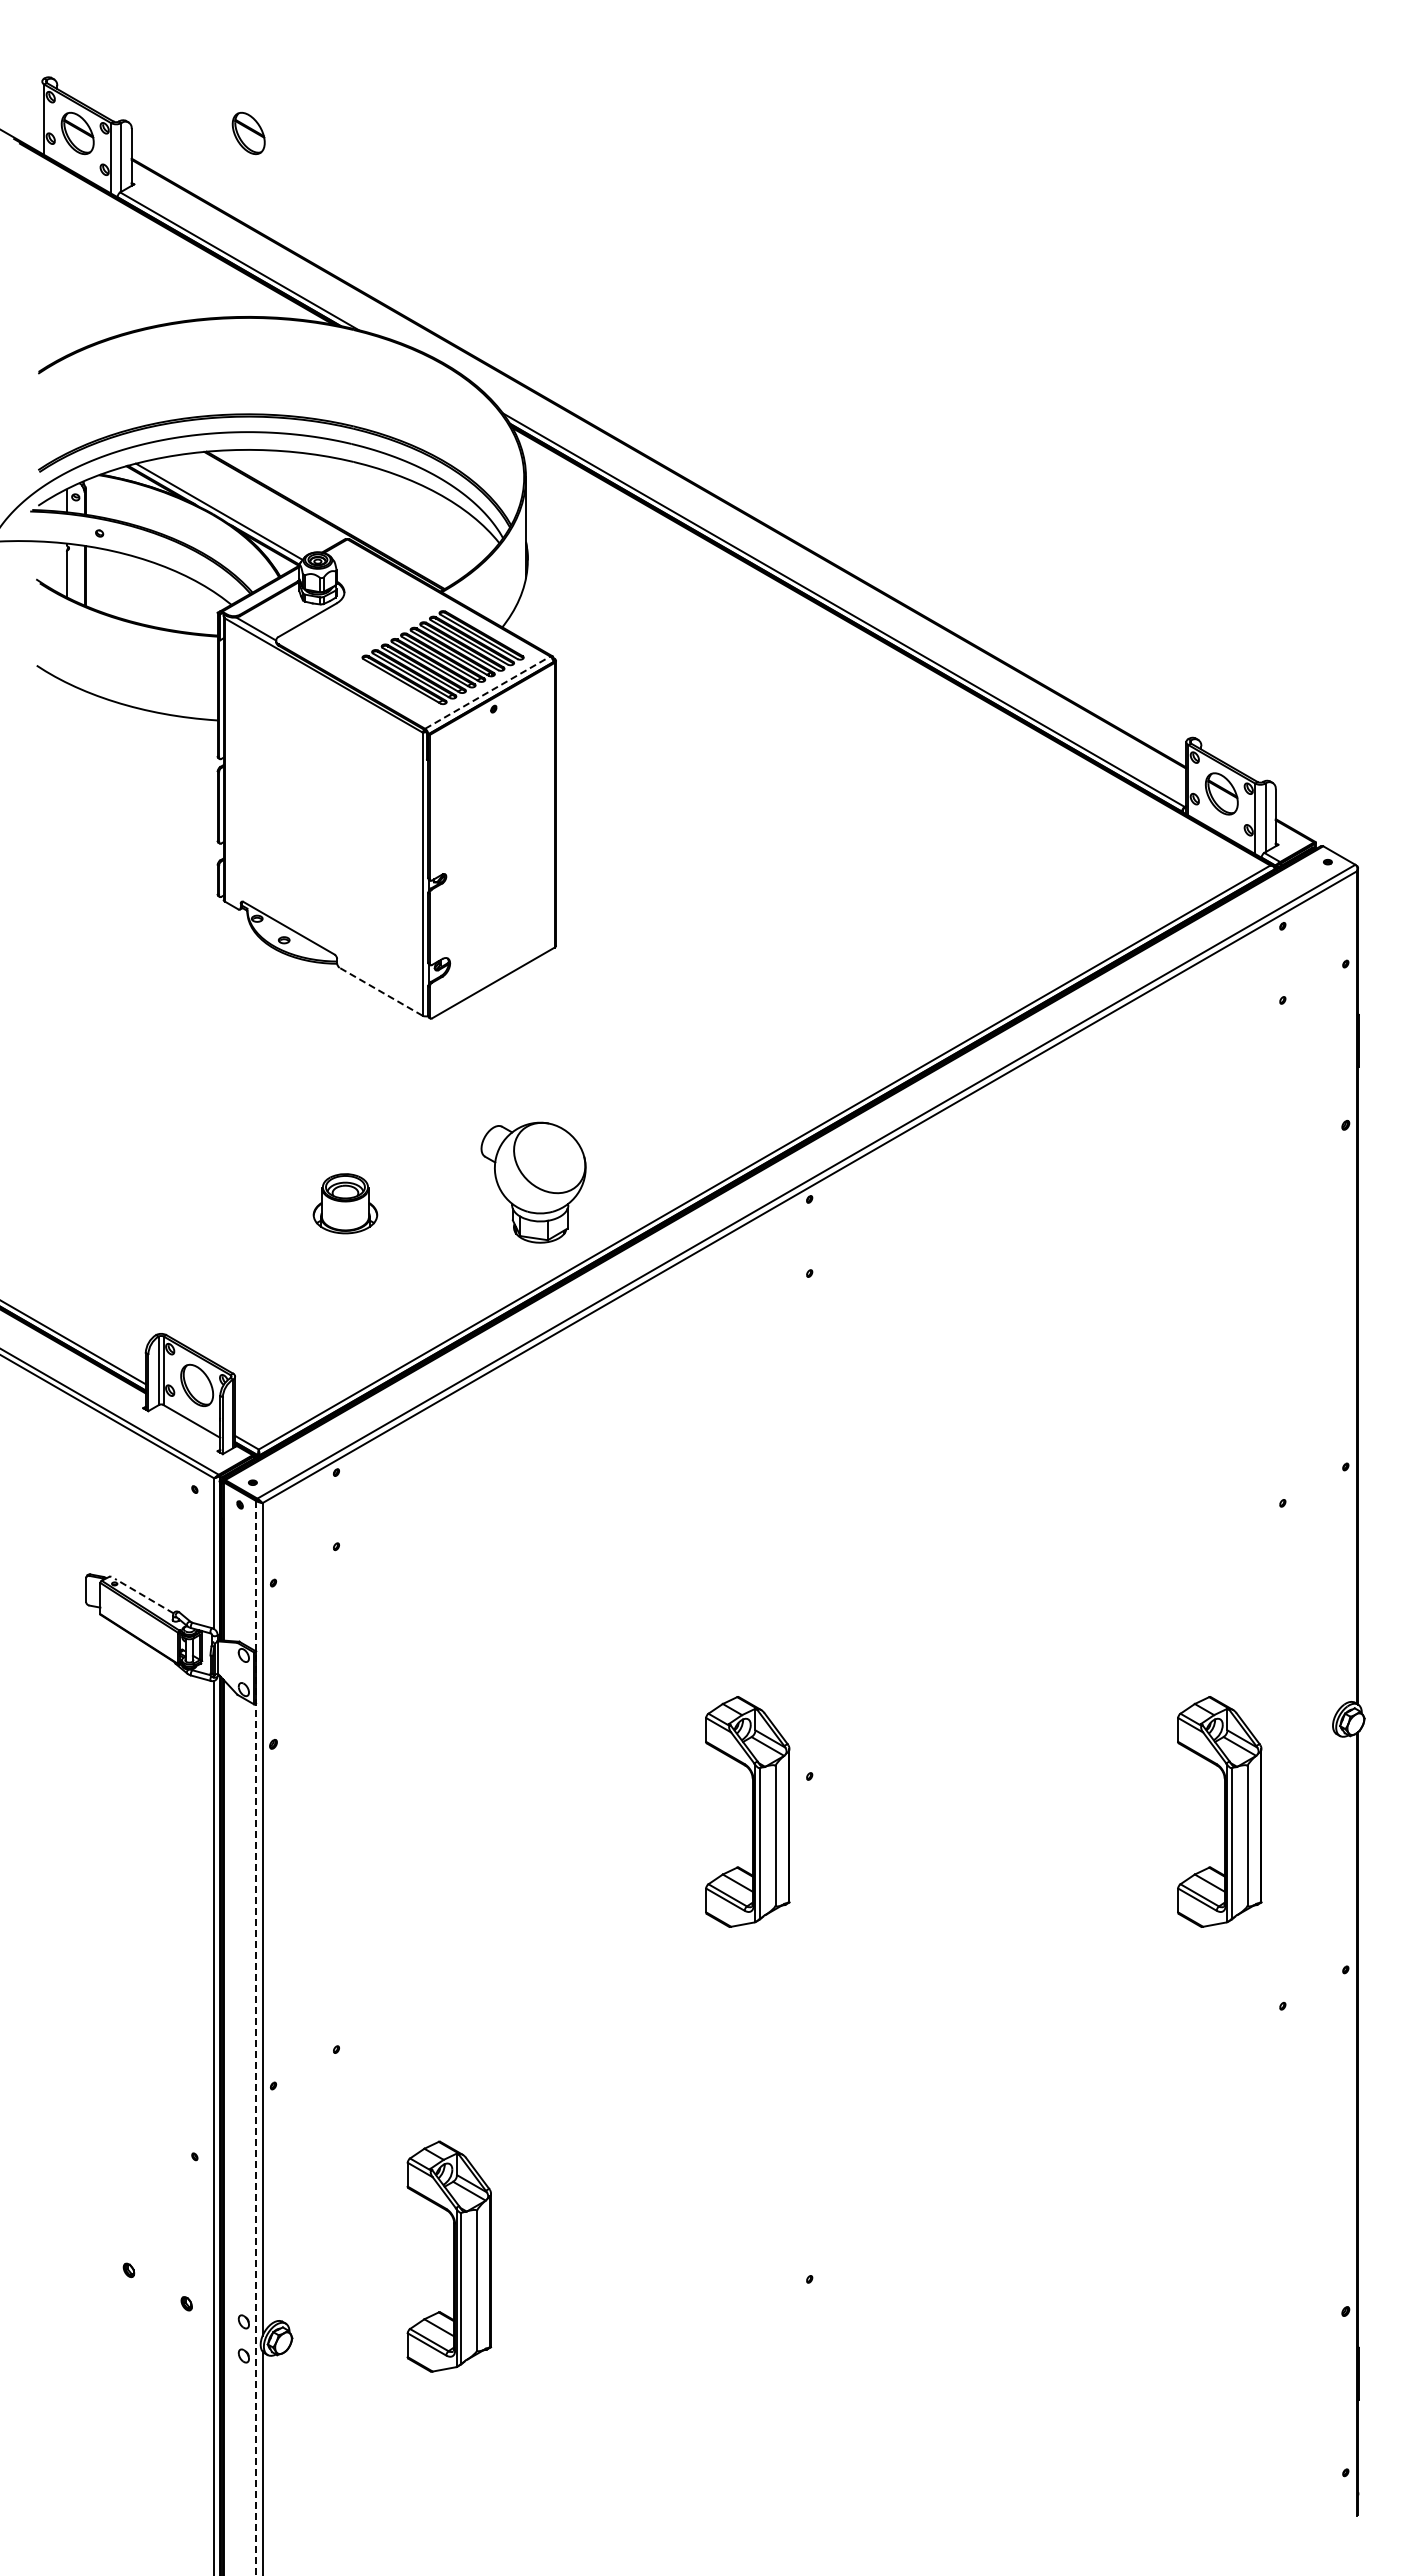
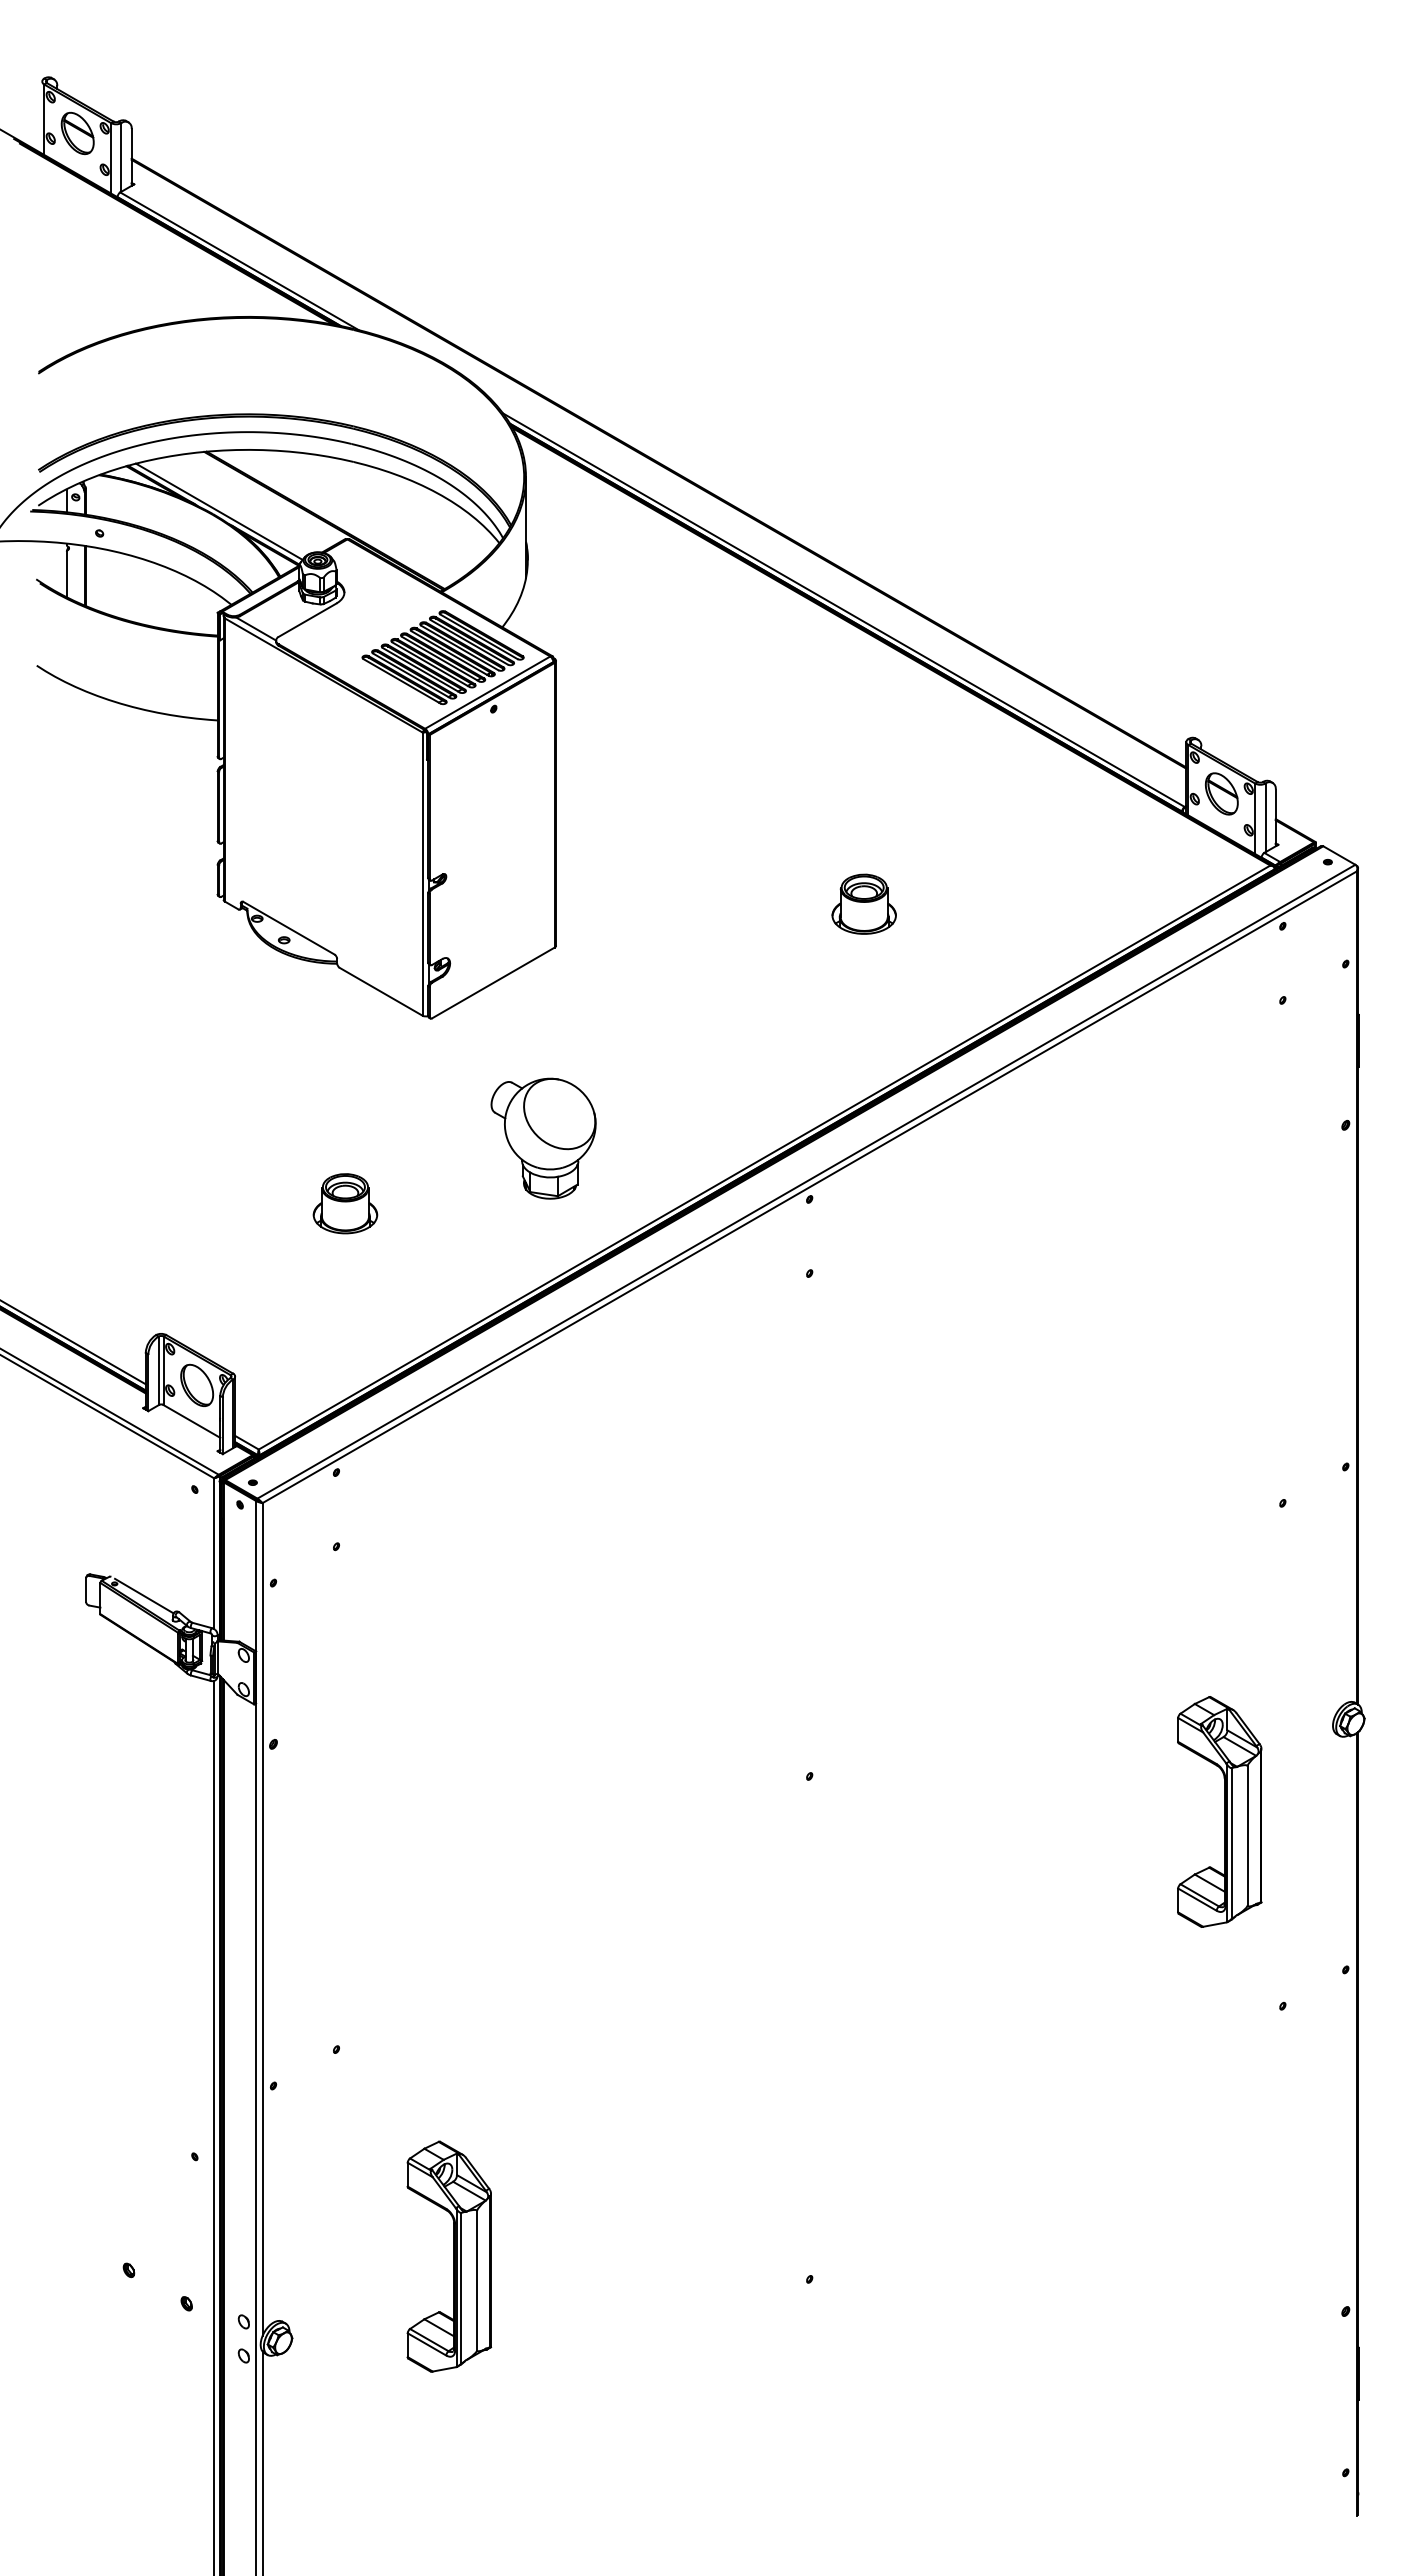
part at (248, 133): present -> none
line at (488, 692): dashed -> solid
part at (863, 903): none -> present
line at (381, 991): dashed -> solid
part at (533, 1182) position: (533, 1182) -> (543, 1138)
line at (143, 1595): dashed -> solid
part at (747, 1811): present -> none
line at (256, 2038): dashed -> solid
